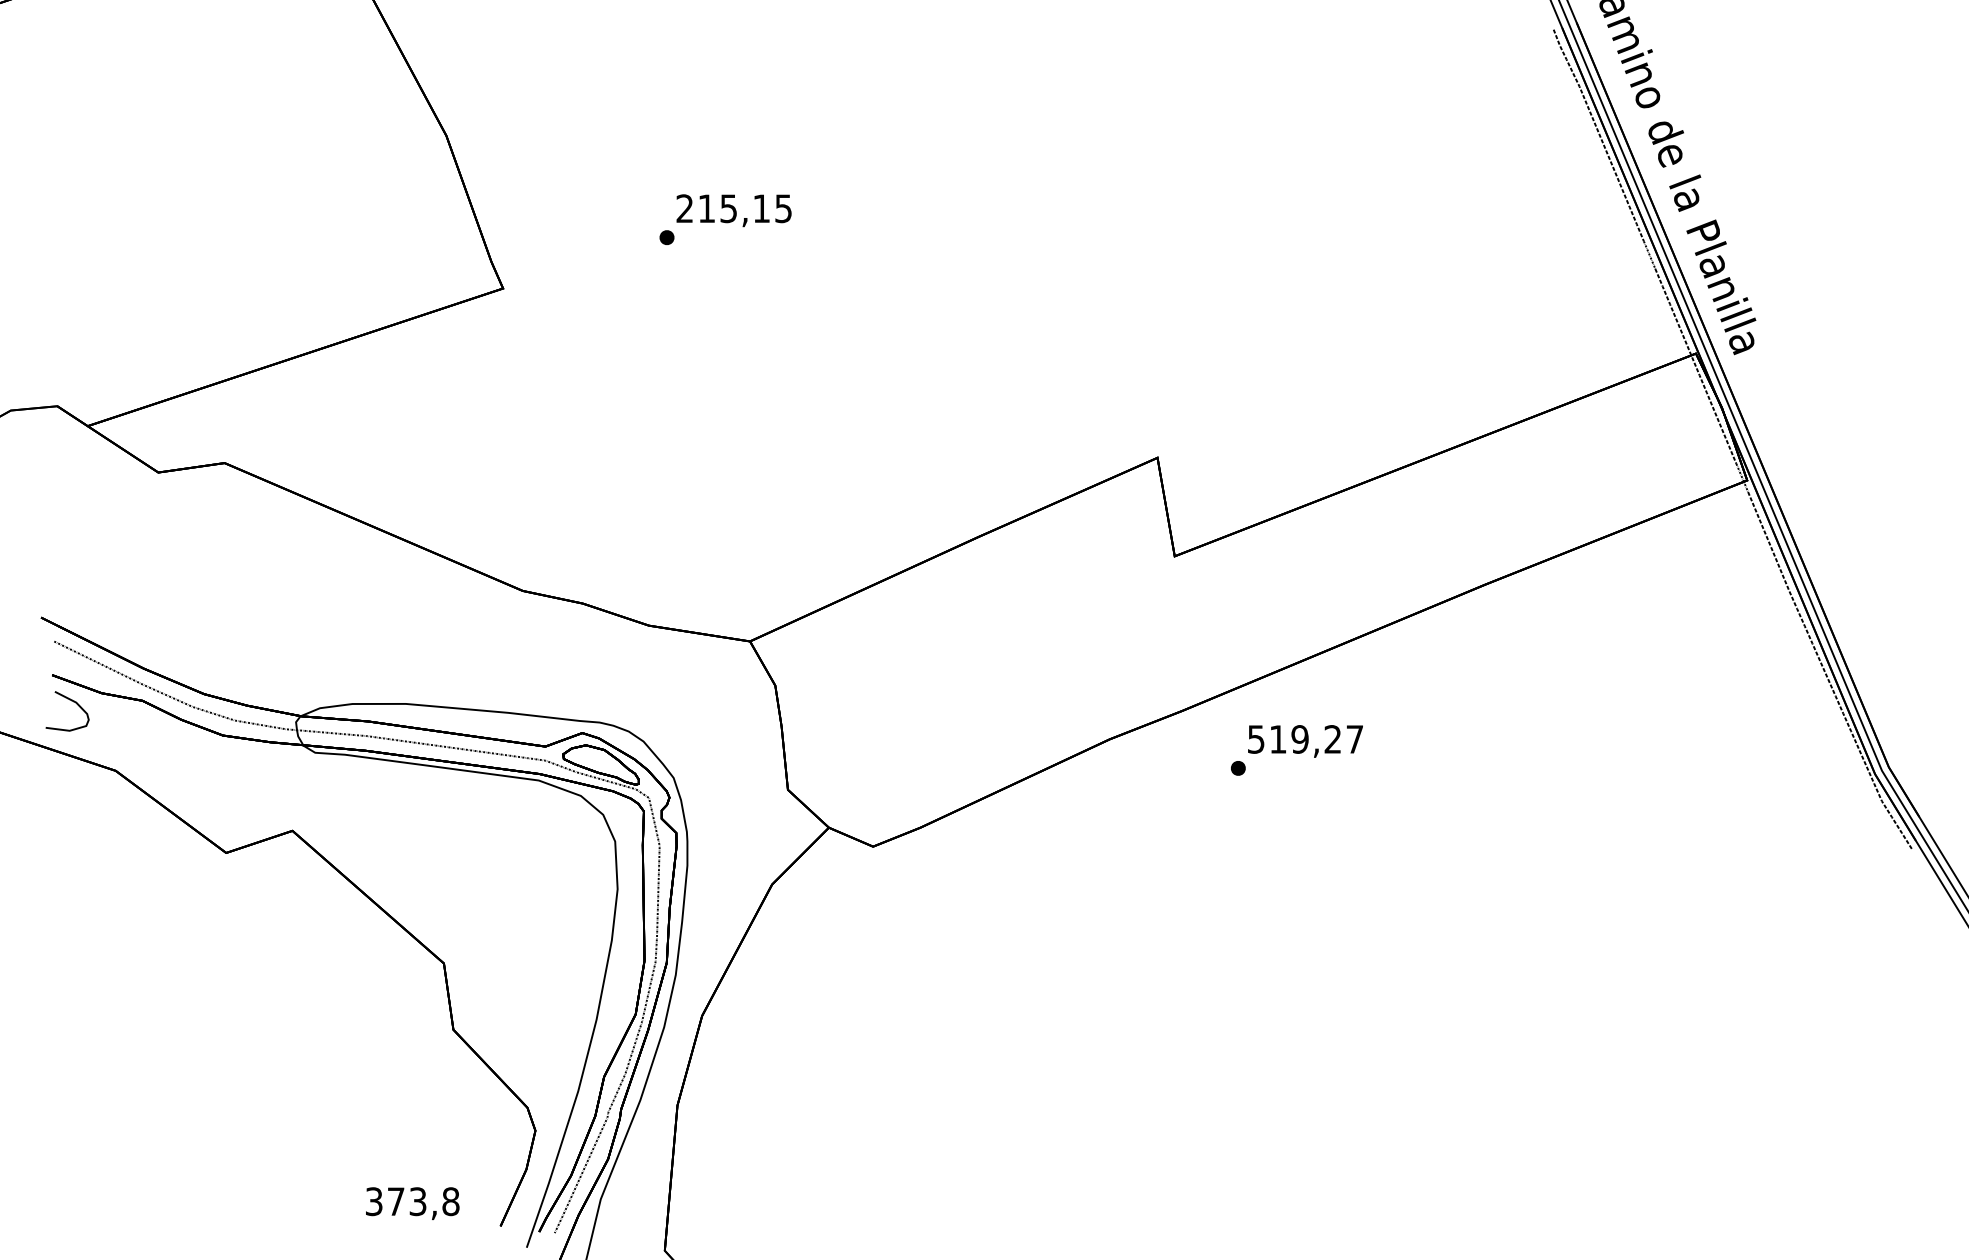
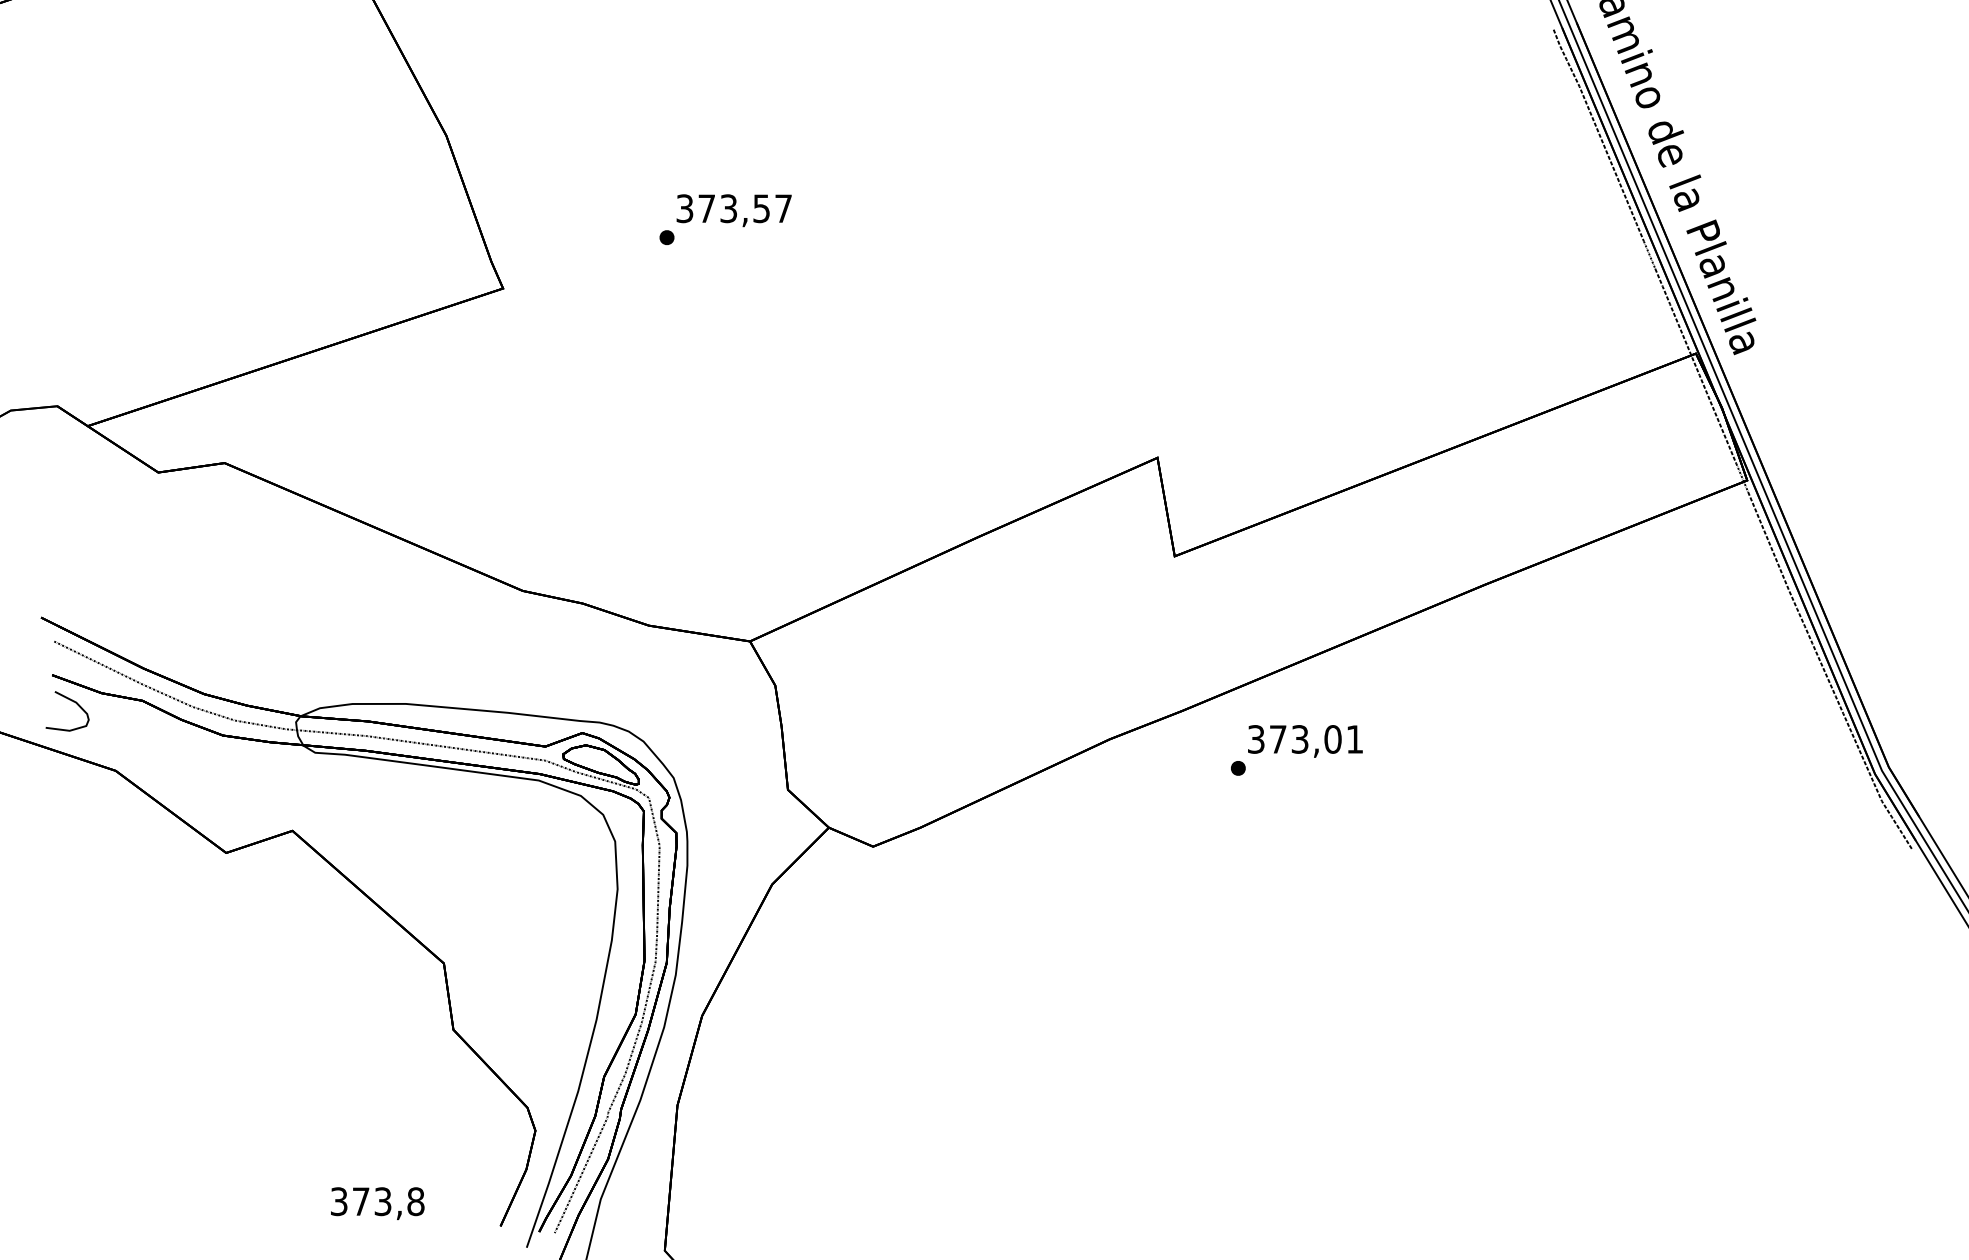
text at (733, 208): 215,15 -> 373,57
text at (1305, 739): 519,27 -> 373,01
text at (412, 1203) position: (412, 1203) -> (377, 1203)
